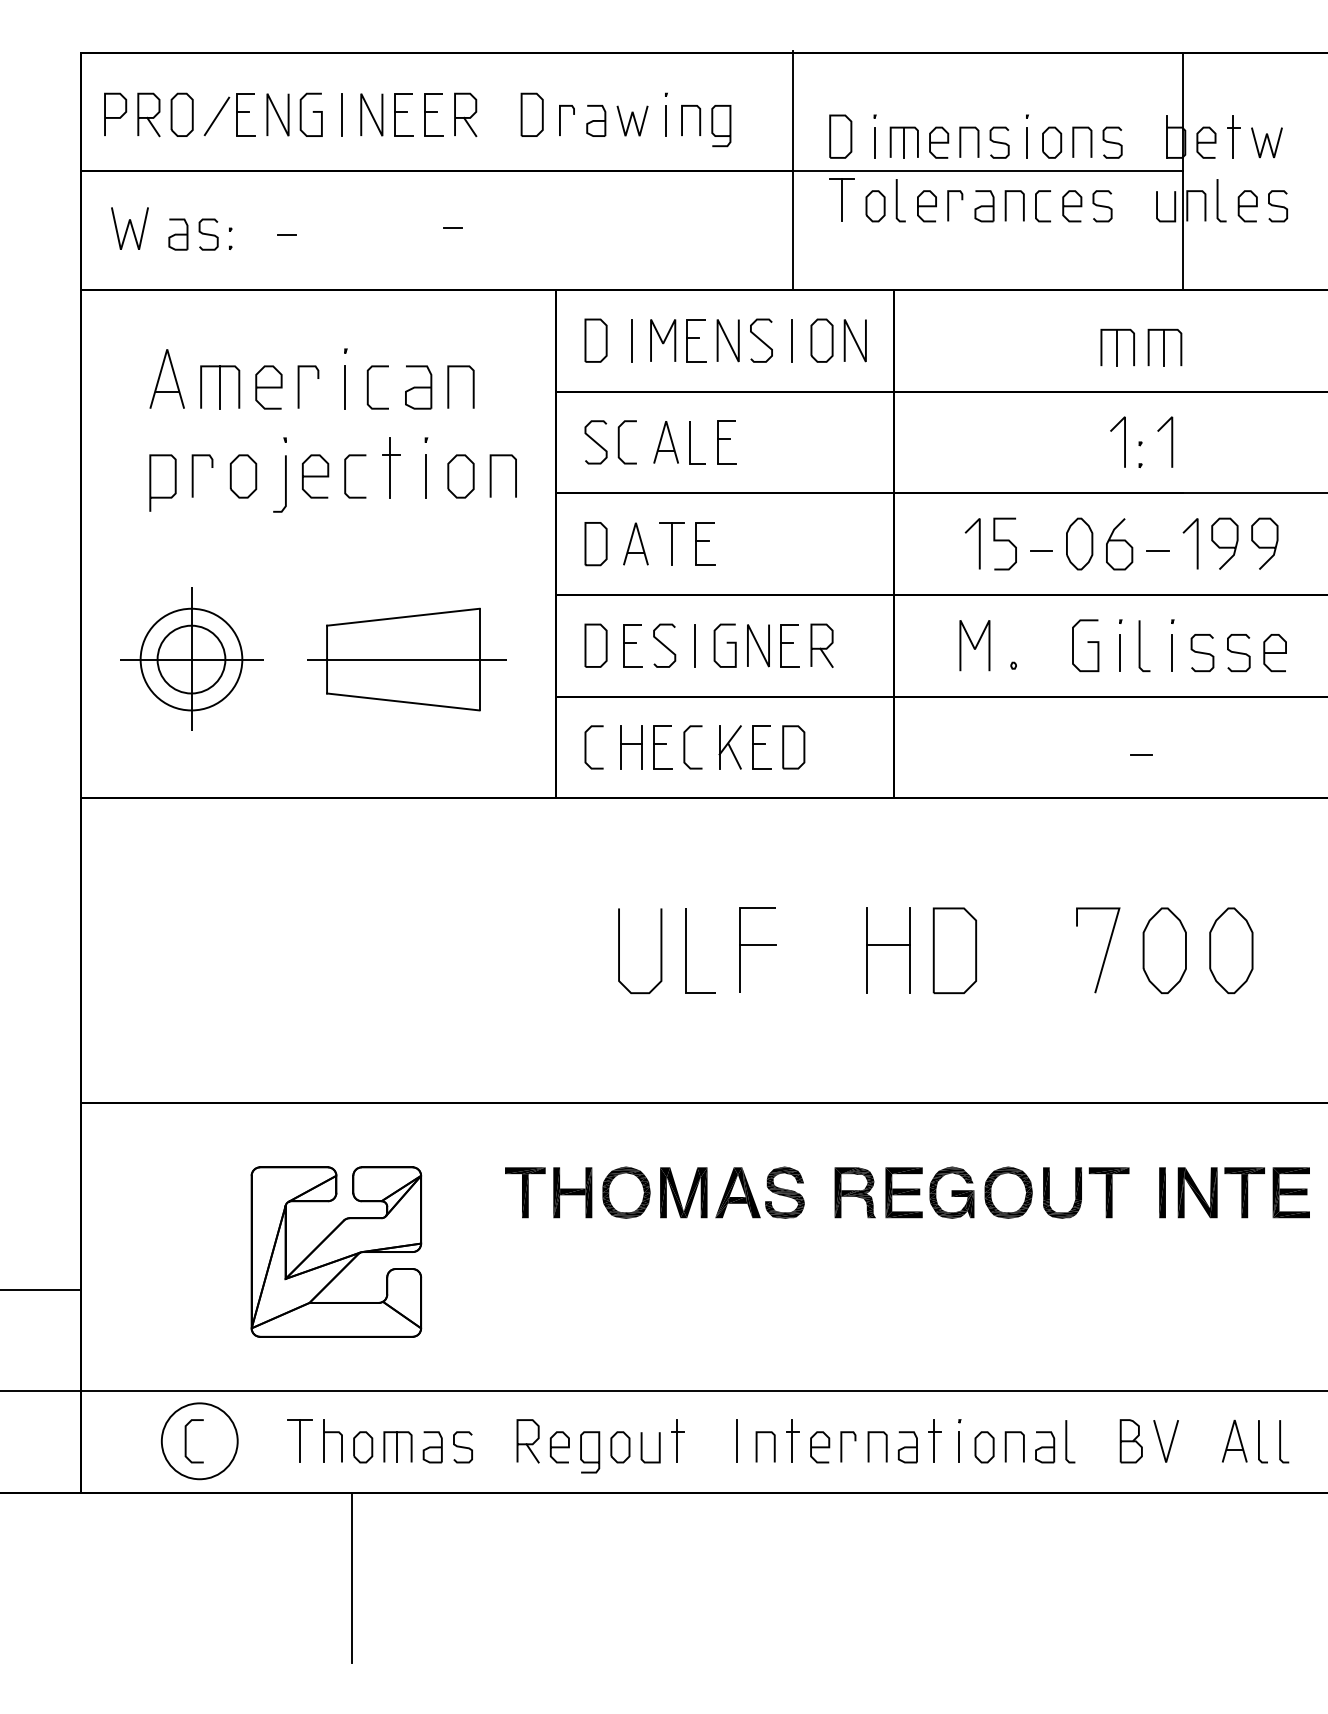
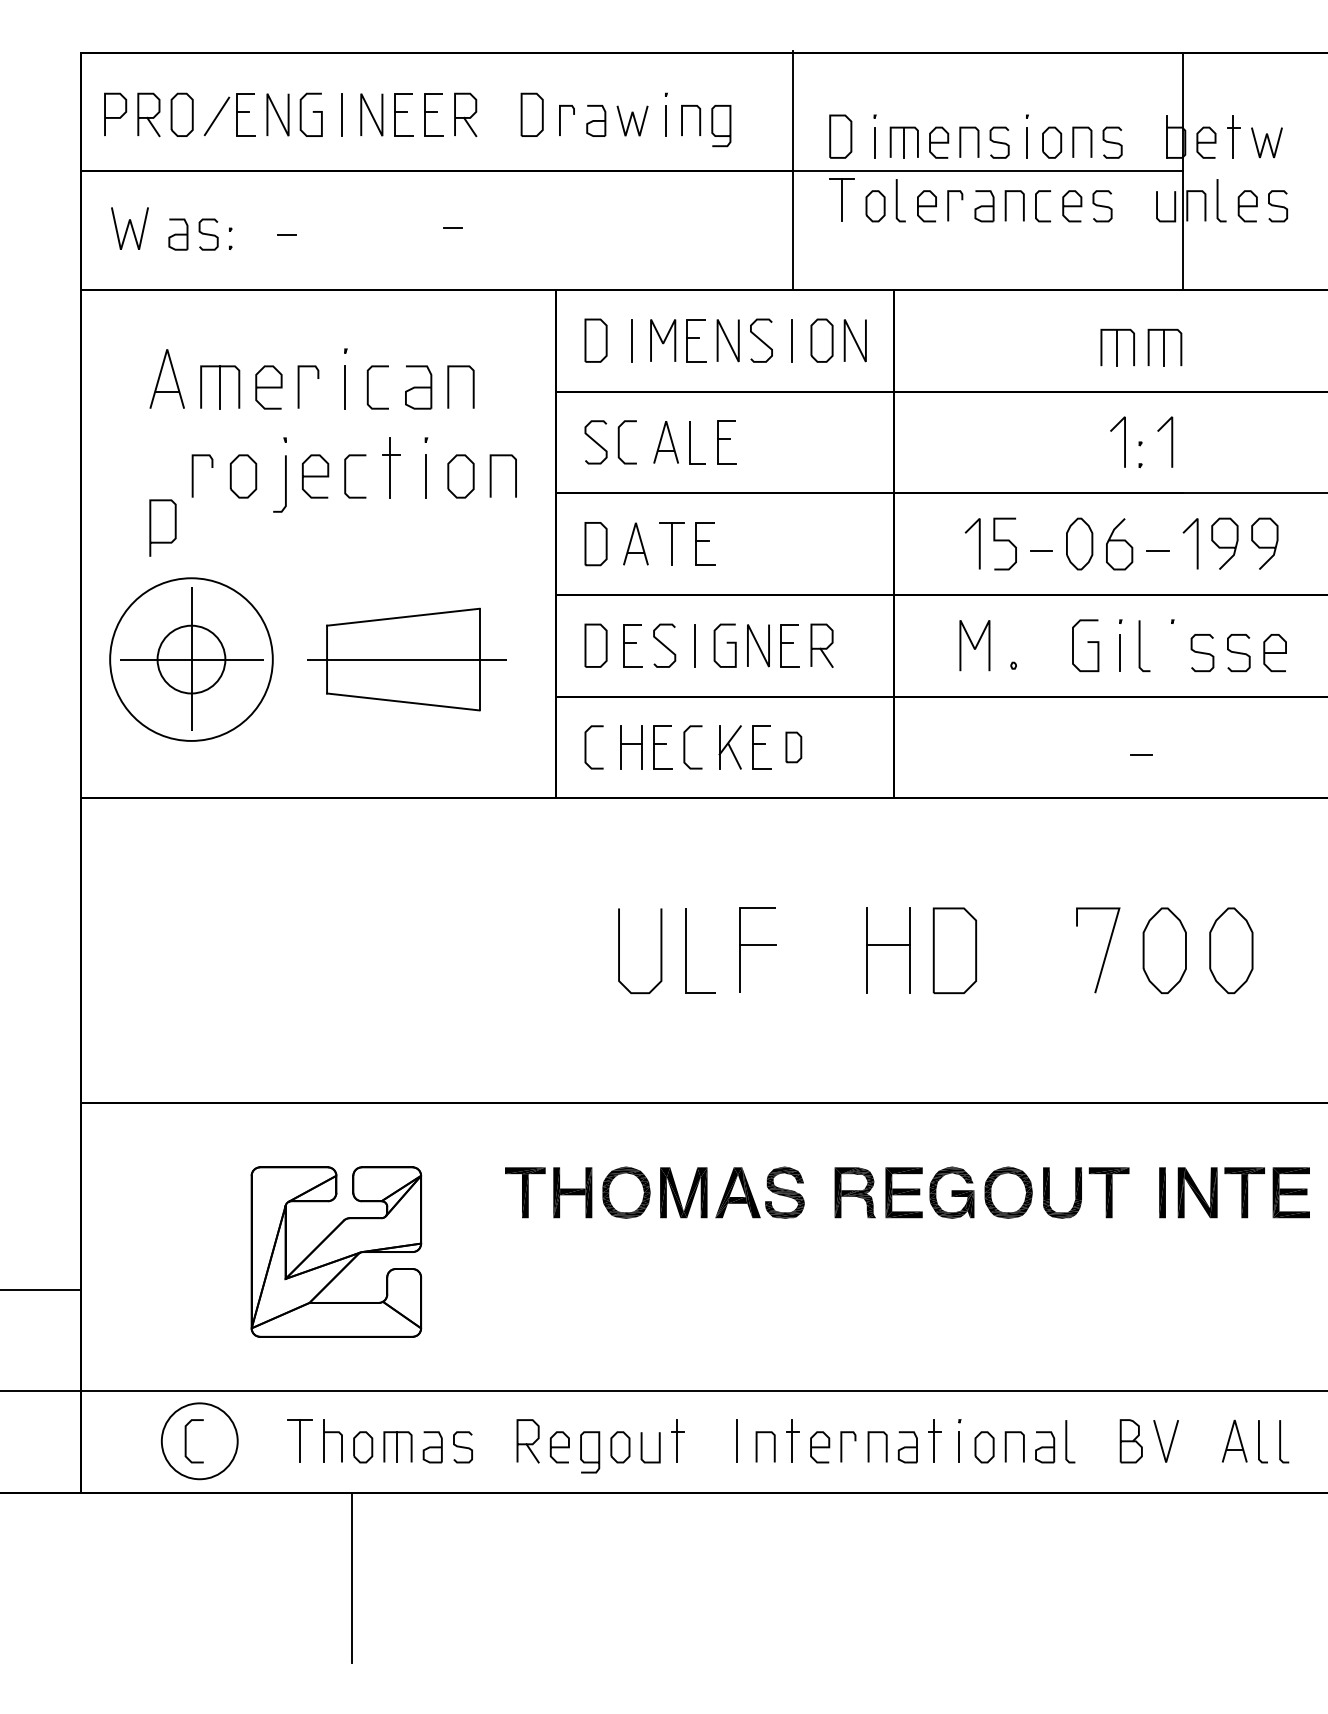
curve at (151, 482) position: (151, 482) -> (151, 527)
line at (1172, 652): present -> none
circle at (191, 659) diameter: 102 px -> 163 px
part at (793, 747) size: 24x45 px -> 18x33 px
